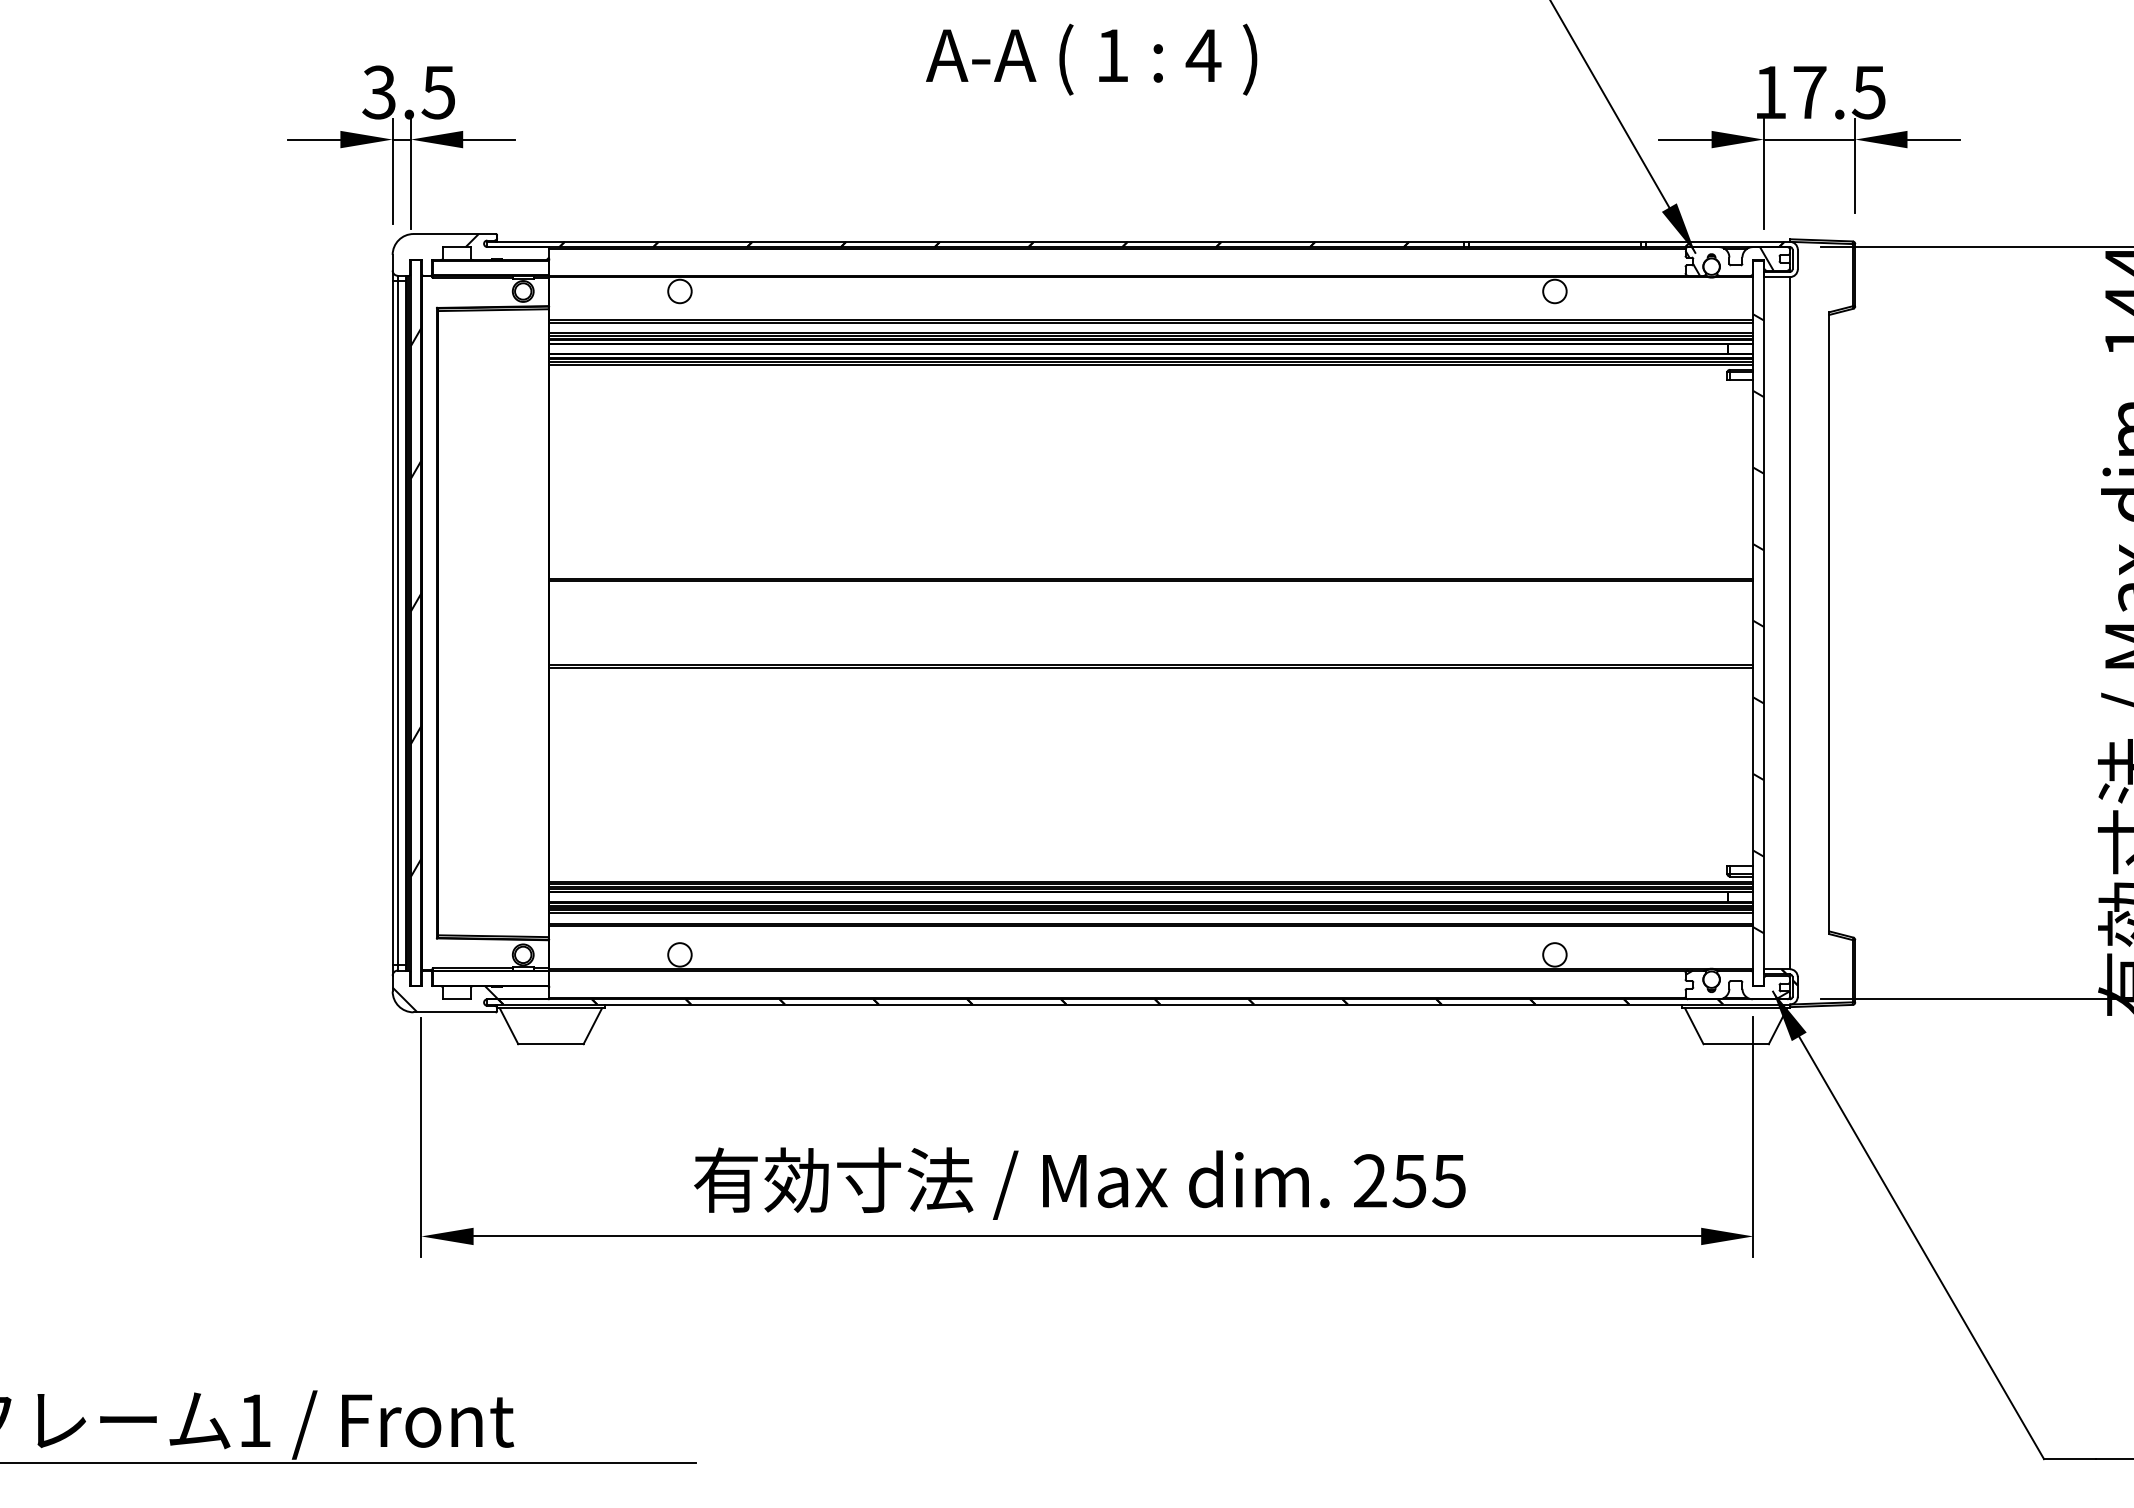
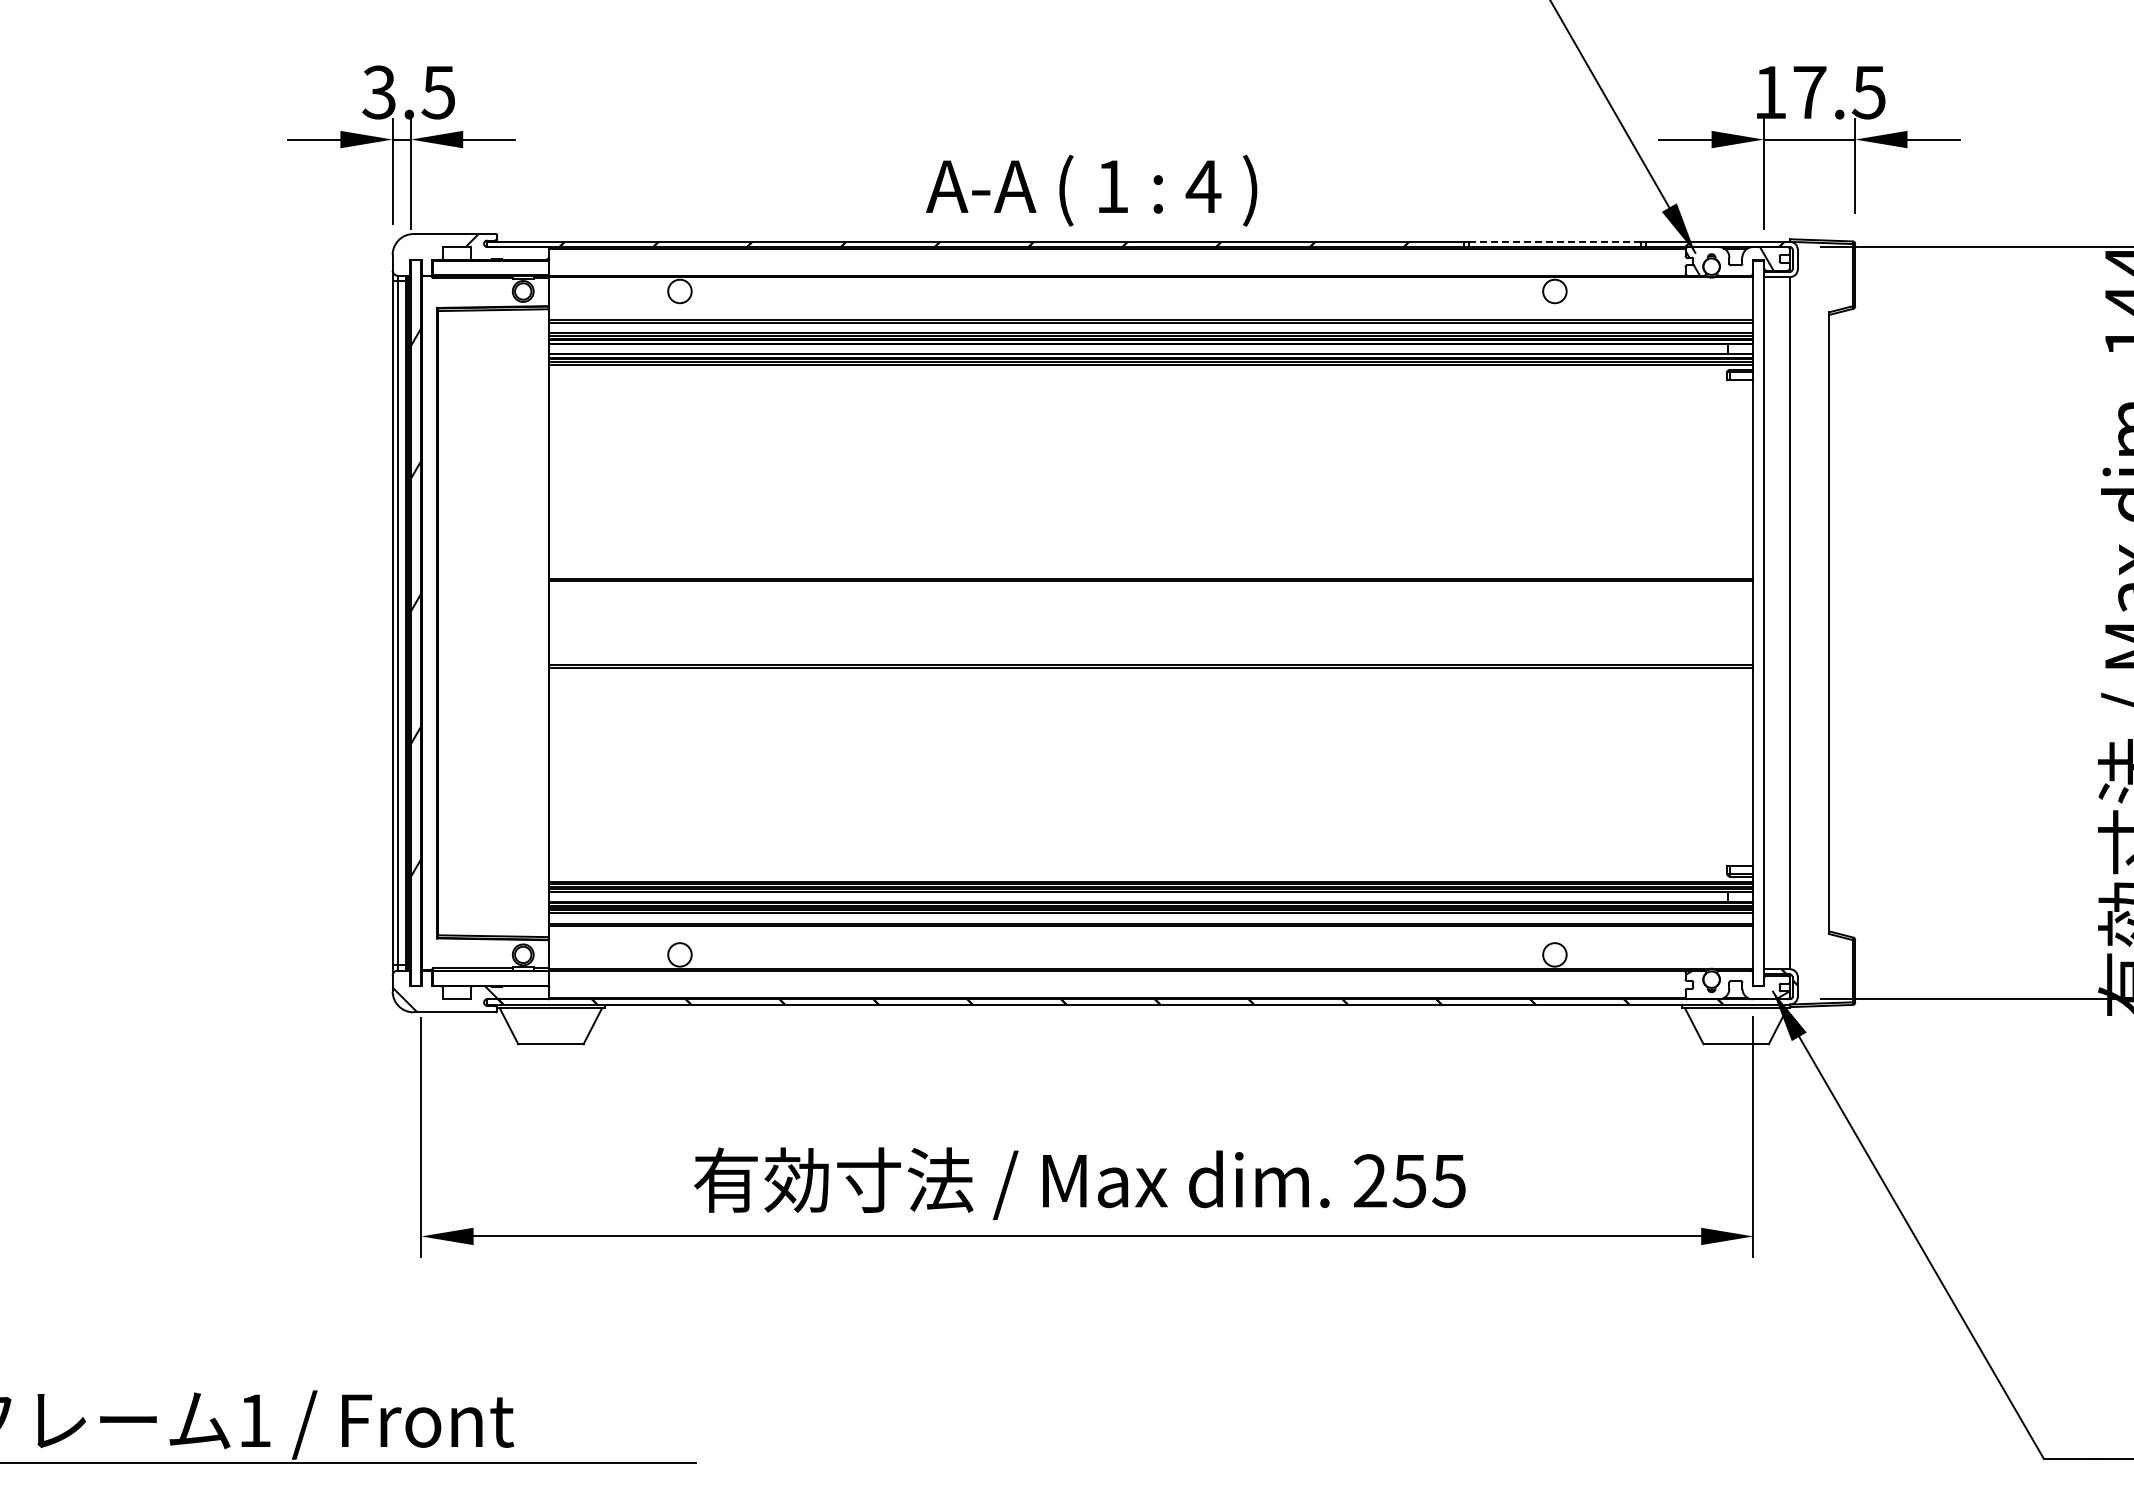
text at (1091, 59) position: (1091, 59) -> (1091, 190)
line at (1555, 241): solid -> dashed
hatch at (1758, 623): present -> none
